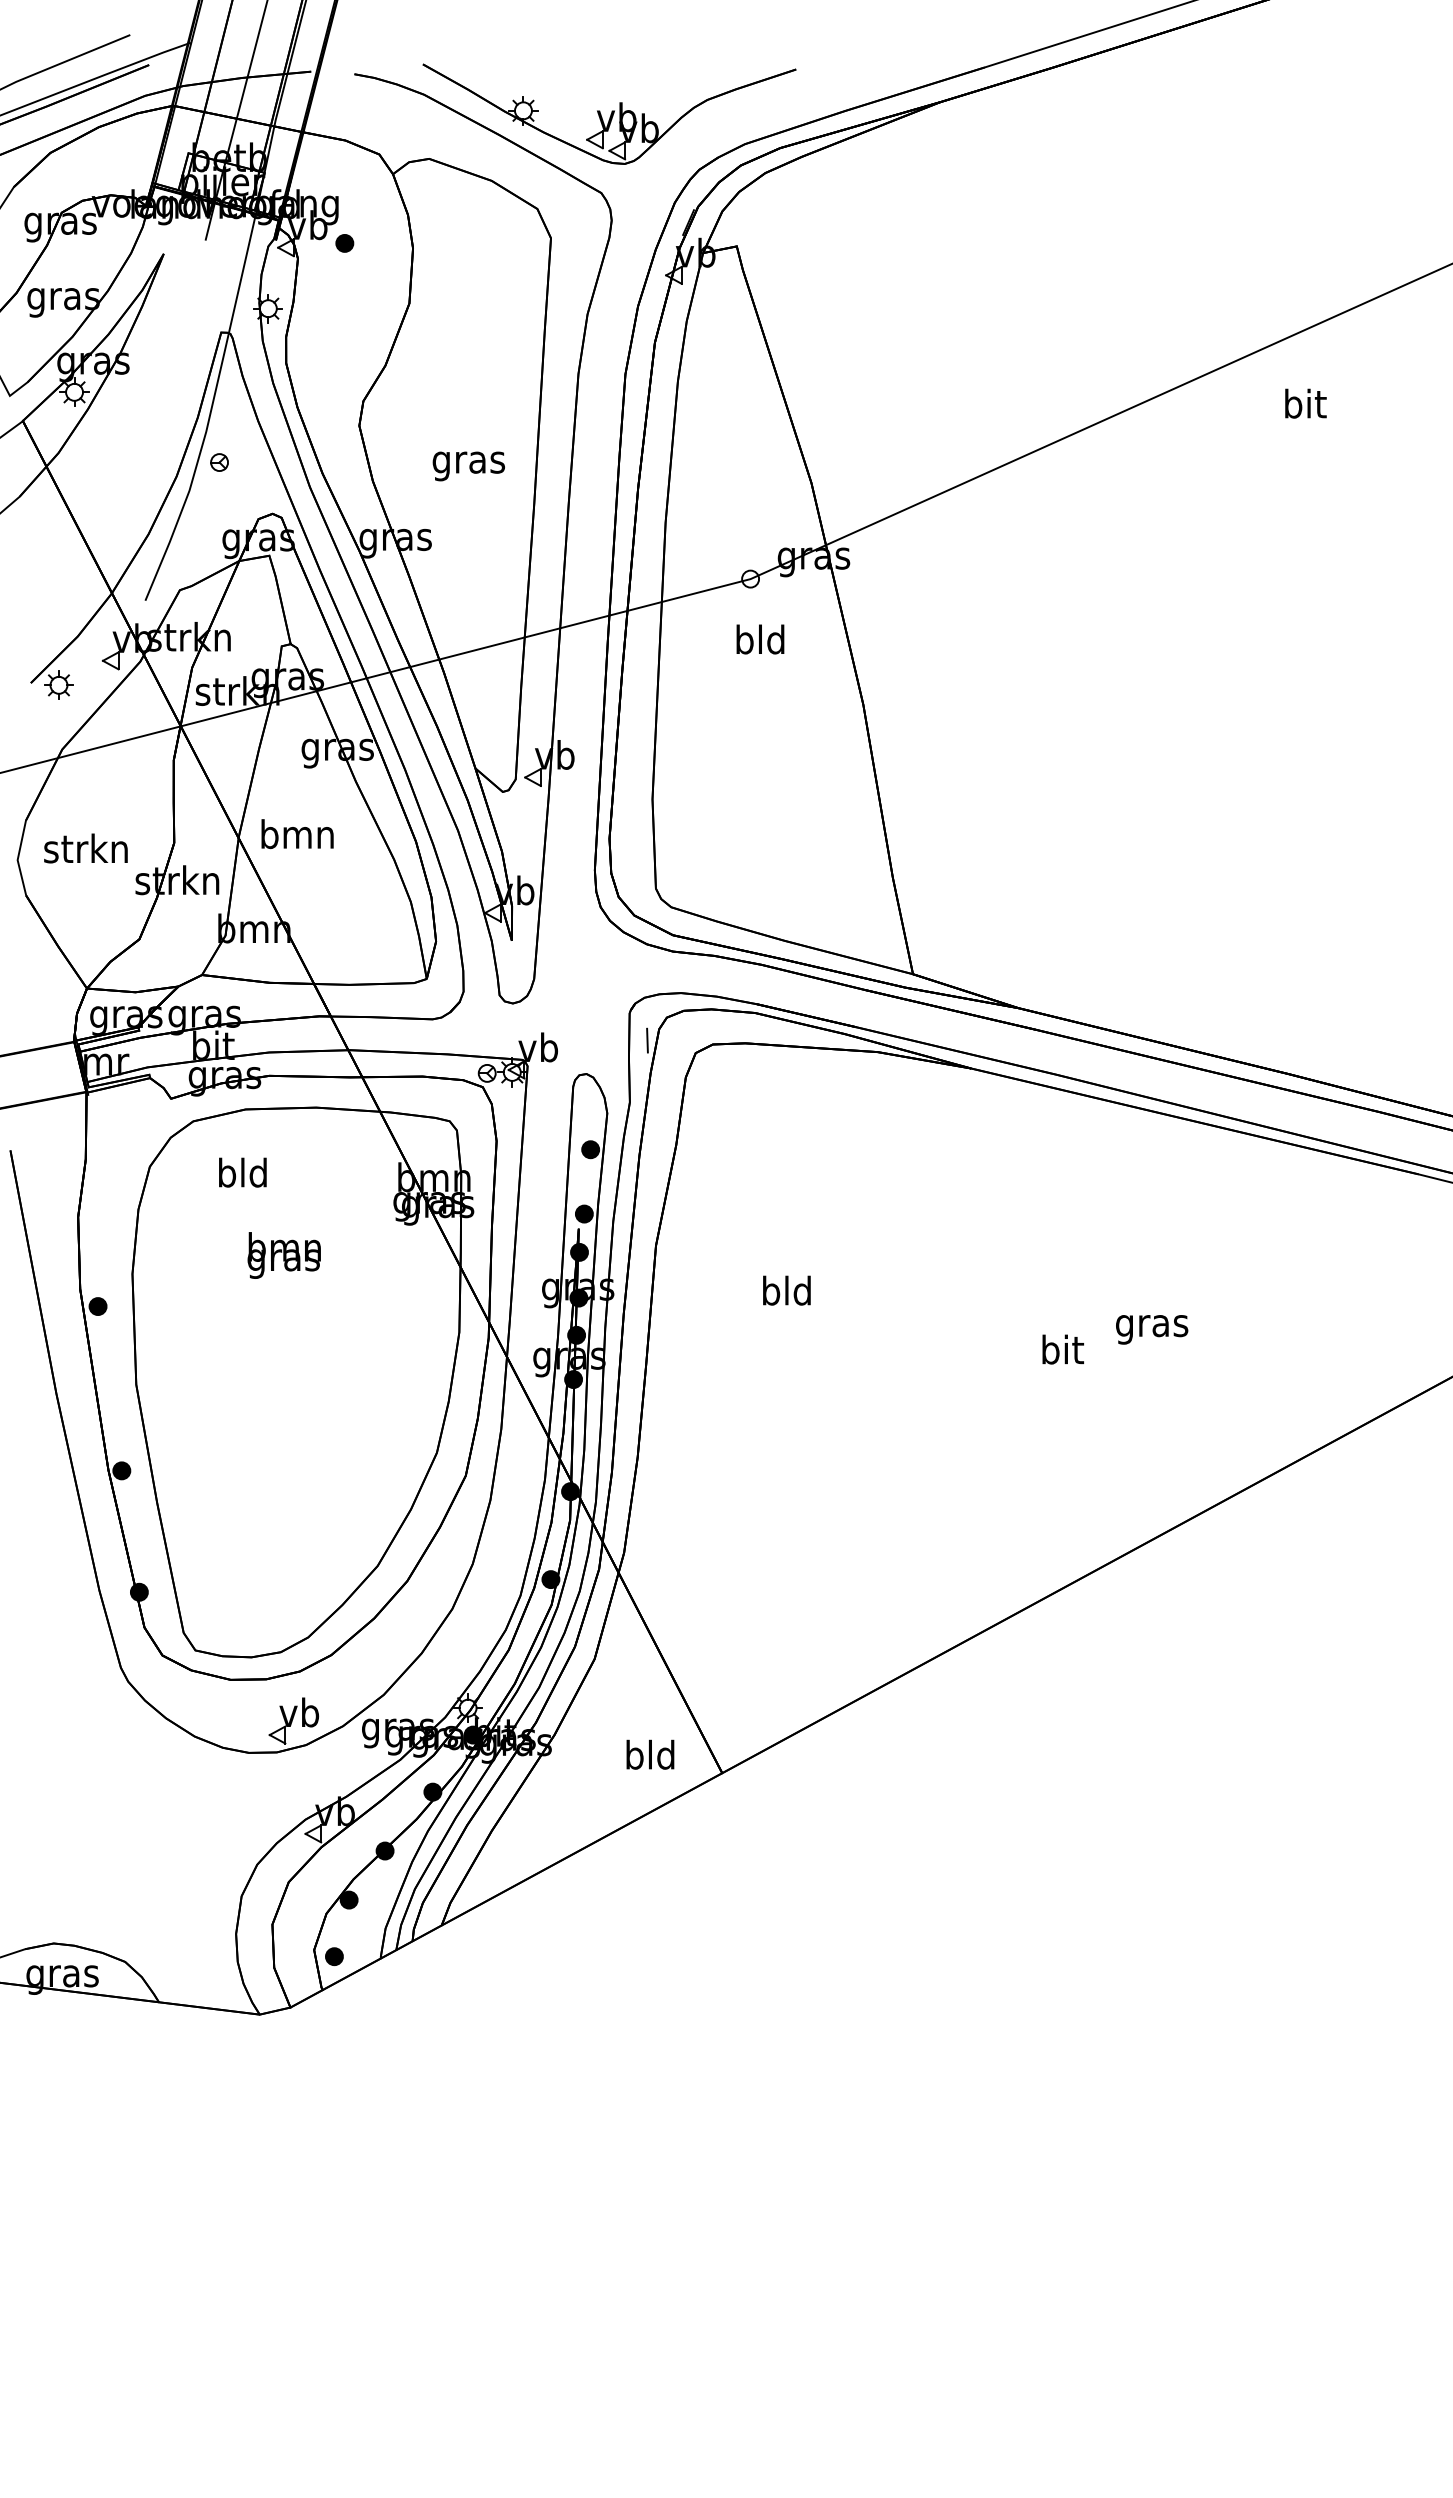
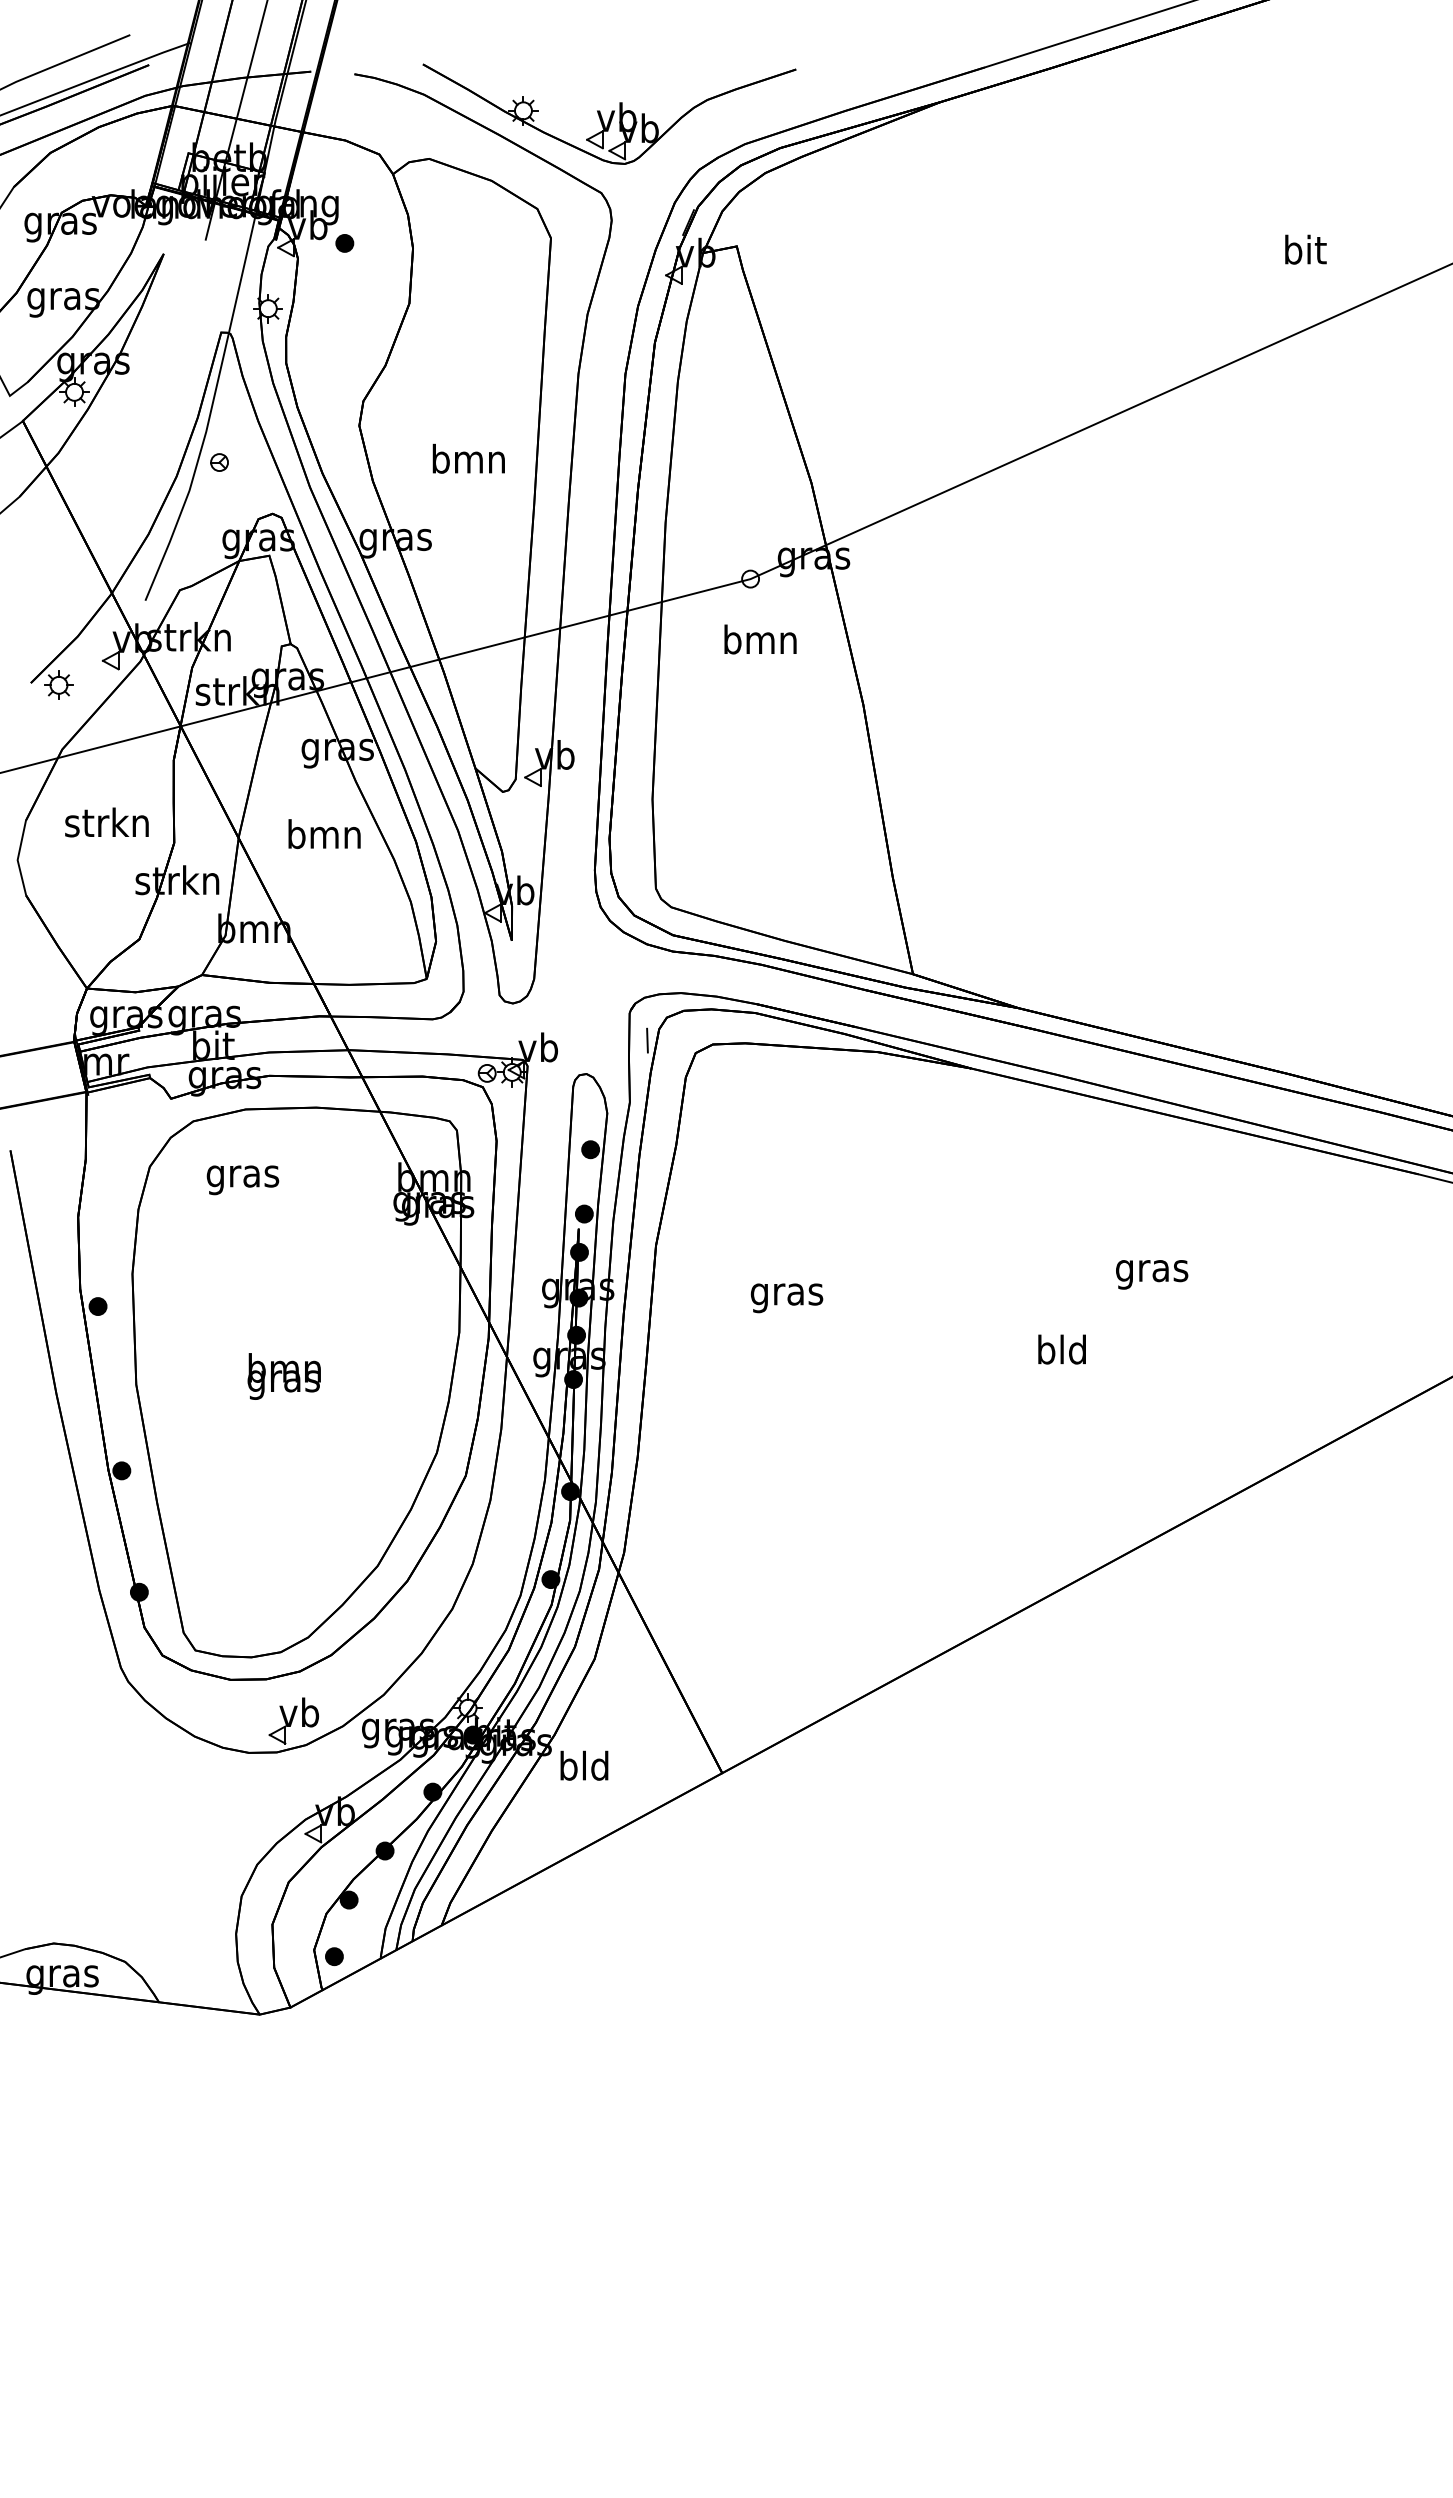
text at (1305, 403) position: (1305, 403) -> (1305, 249)
text at (468, 462): gras -> bmn
text at (760, 639): bld -> bmn
text at (297, 834) position: (297, 834) -> (324, 834)
text at (85, 848) position: (85, 848) -> (106, 822)
text at (242, 1176): bld -> gras
text at (283, 1255) position: (283, 1255) -> (283, 1376)
text at (786, 1294): bld -> gras
text at (1152, 1329) position: (1152, 1329) -> (1152, 1274)
text at (1061, 1349): bit -> bld
text at (650, 1754) position: (650, 1754) -> (584, 1765)
